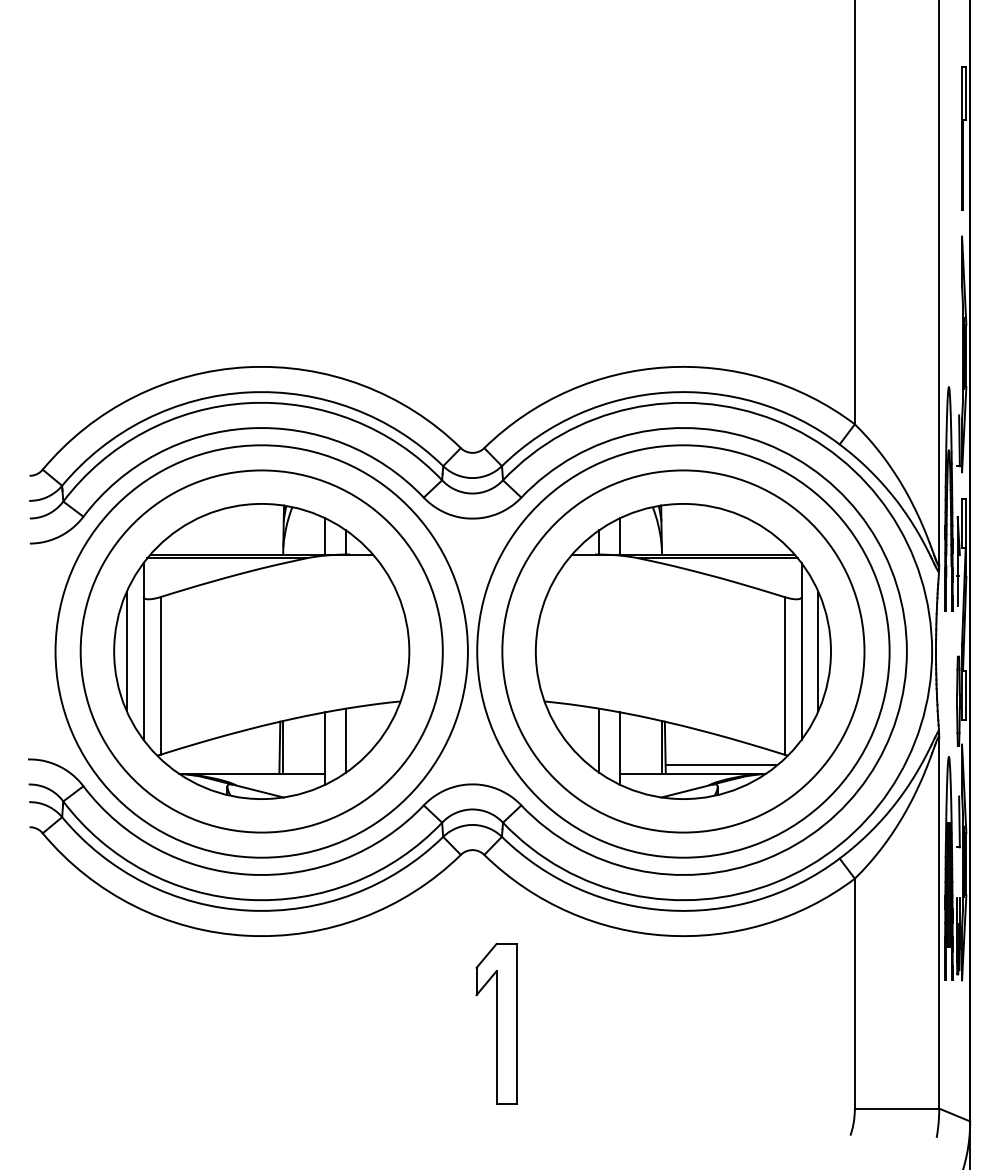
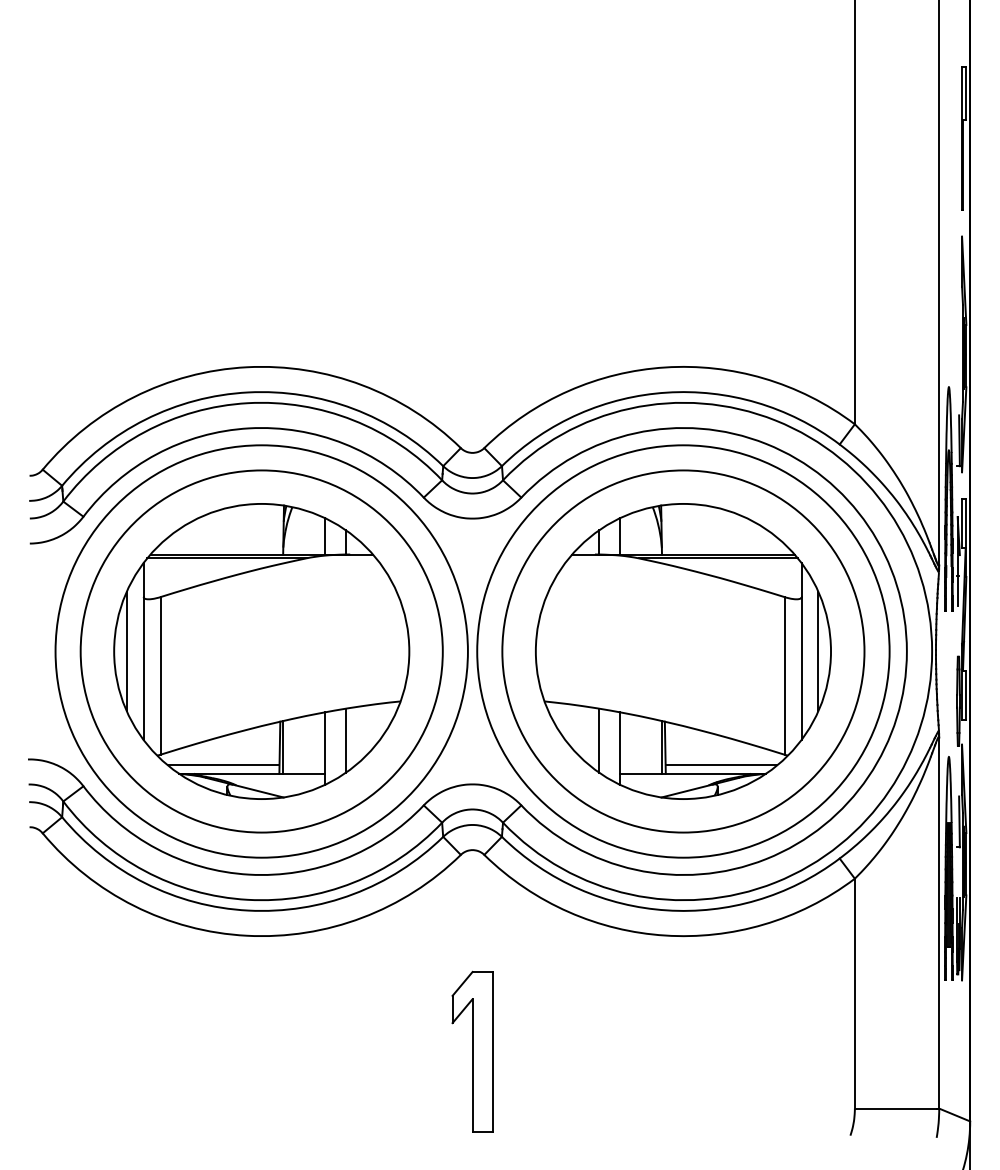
line at (223, 765): none -> present
part at (496, 1023) position: (496, 1023) -> (472, 1051)
